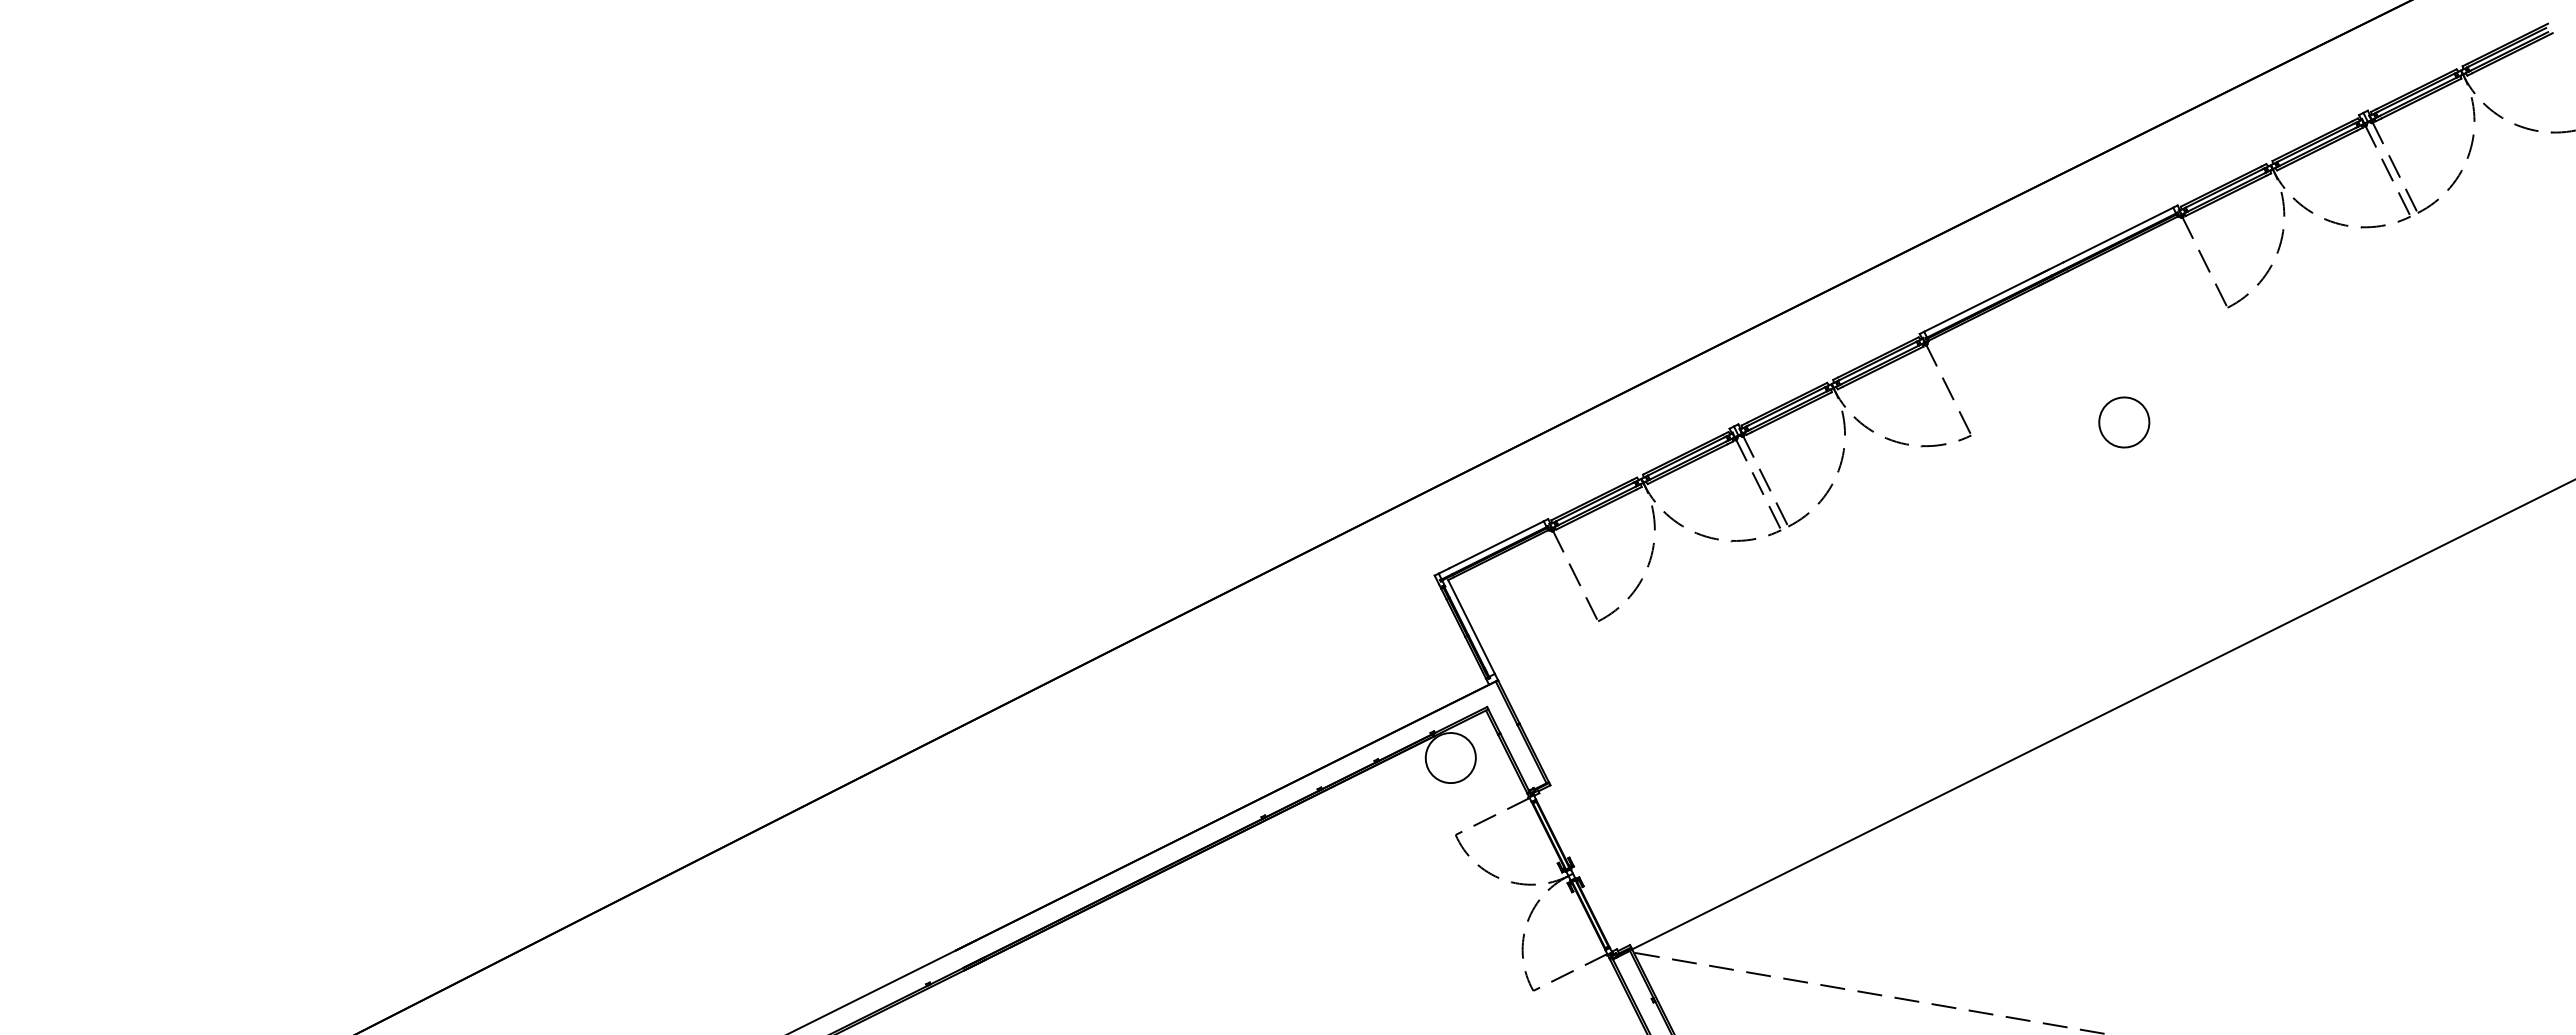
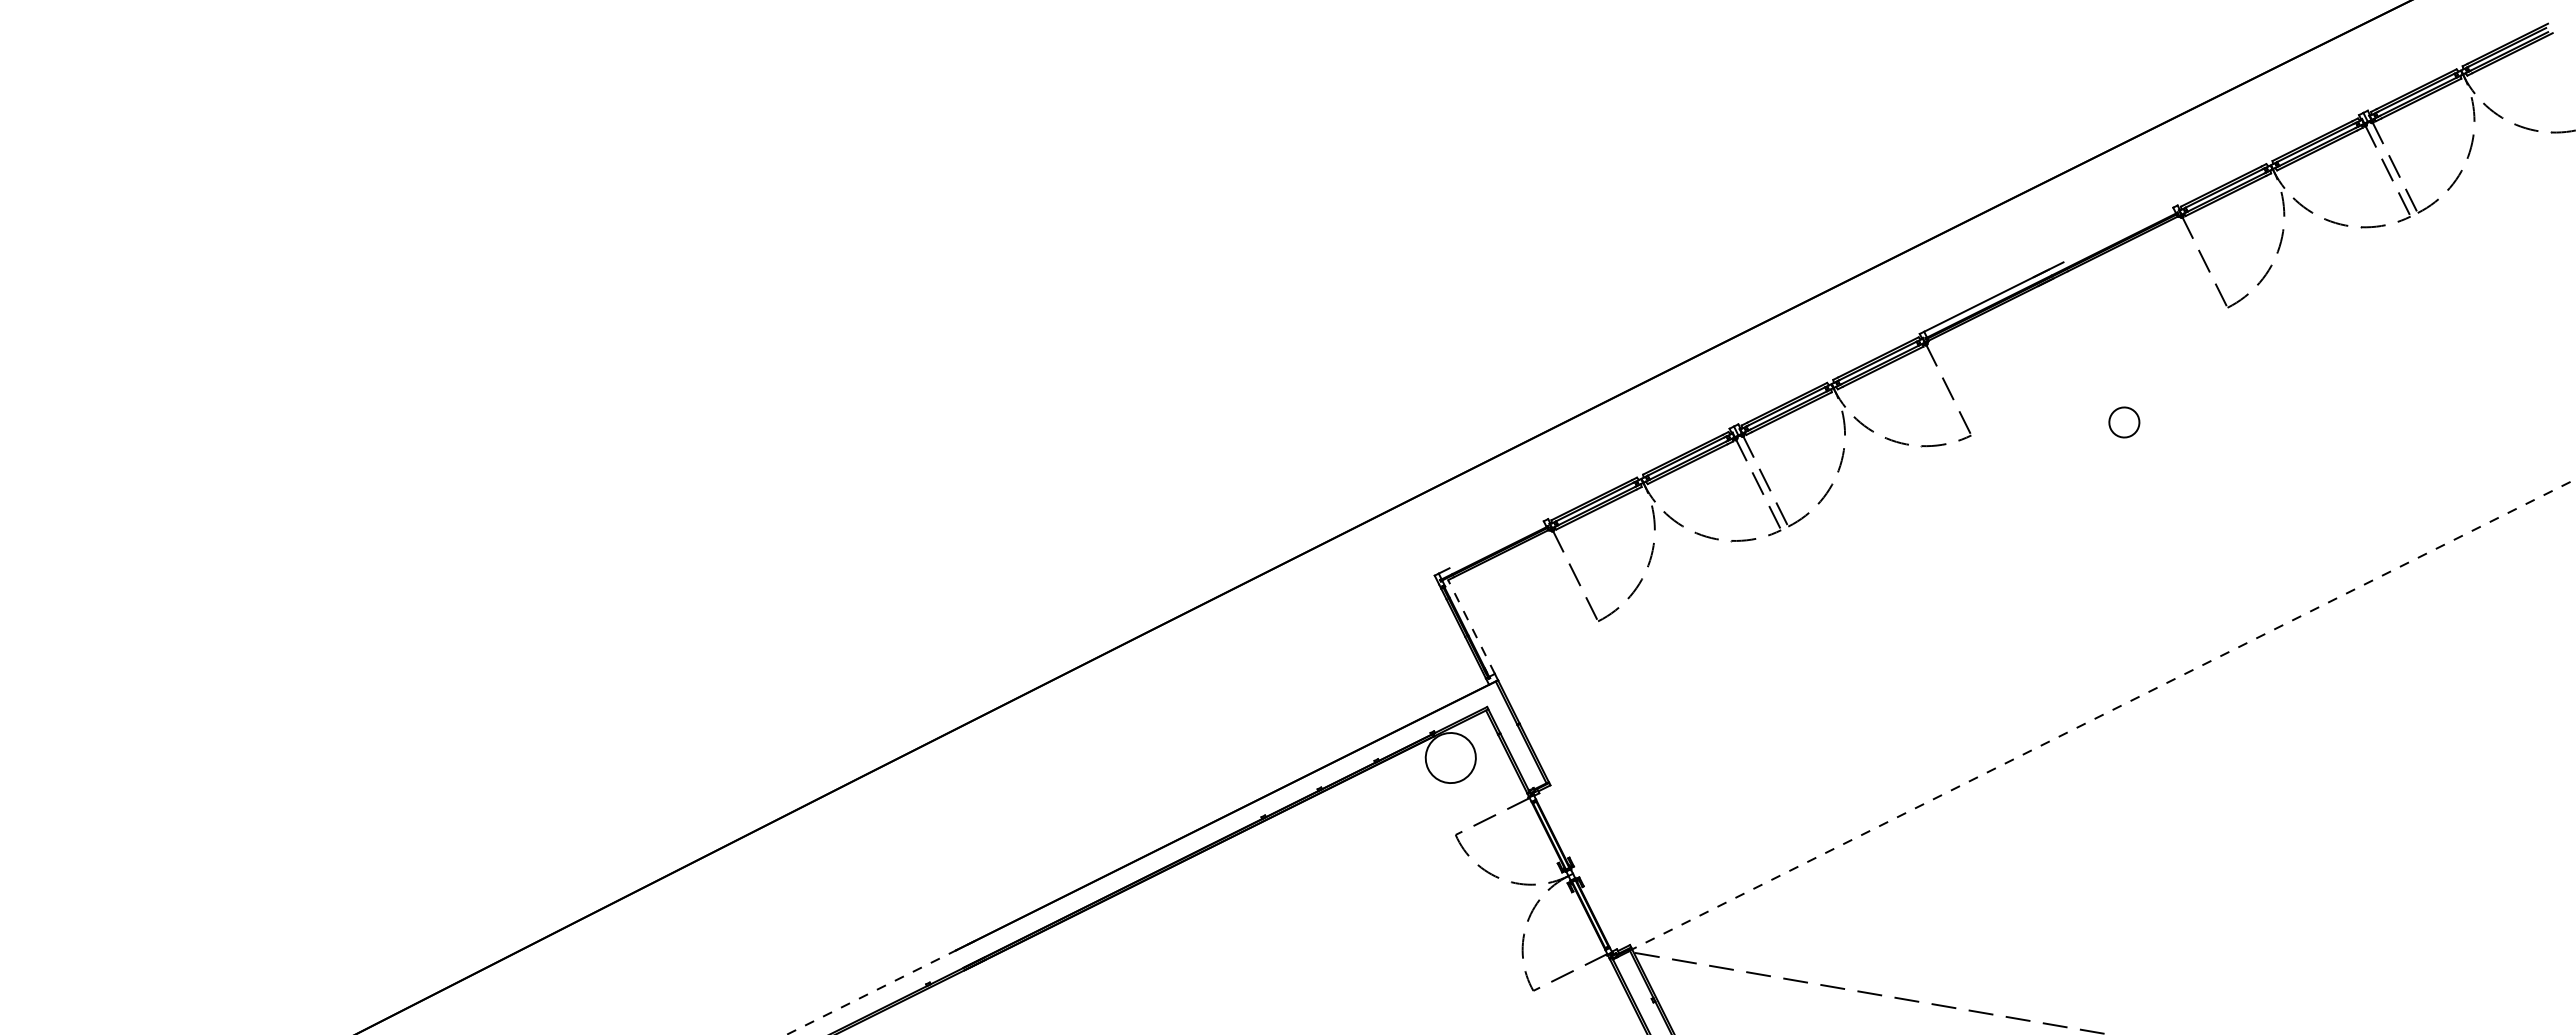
line at (2118, 234): present -> none
part at (2124, 422) size: 53x53 px -> 33x33 px
line at (1496, 544): present -> none
line at (1471, 626): solid -> dashed
line at (2102, 715): solid -> dashed
line at (881, 987): solid -> dashed
